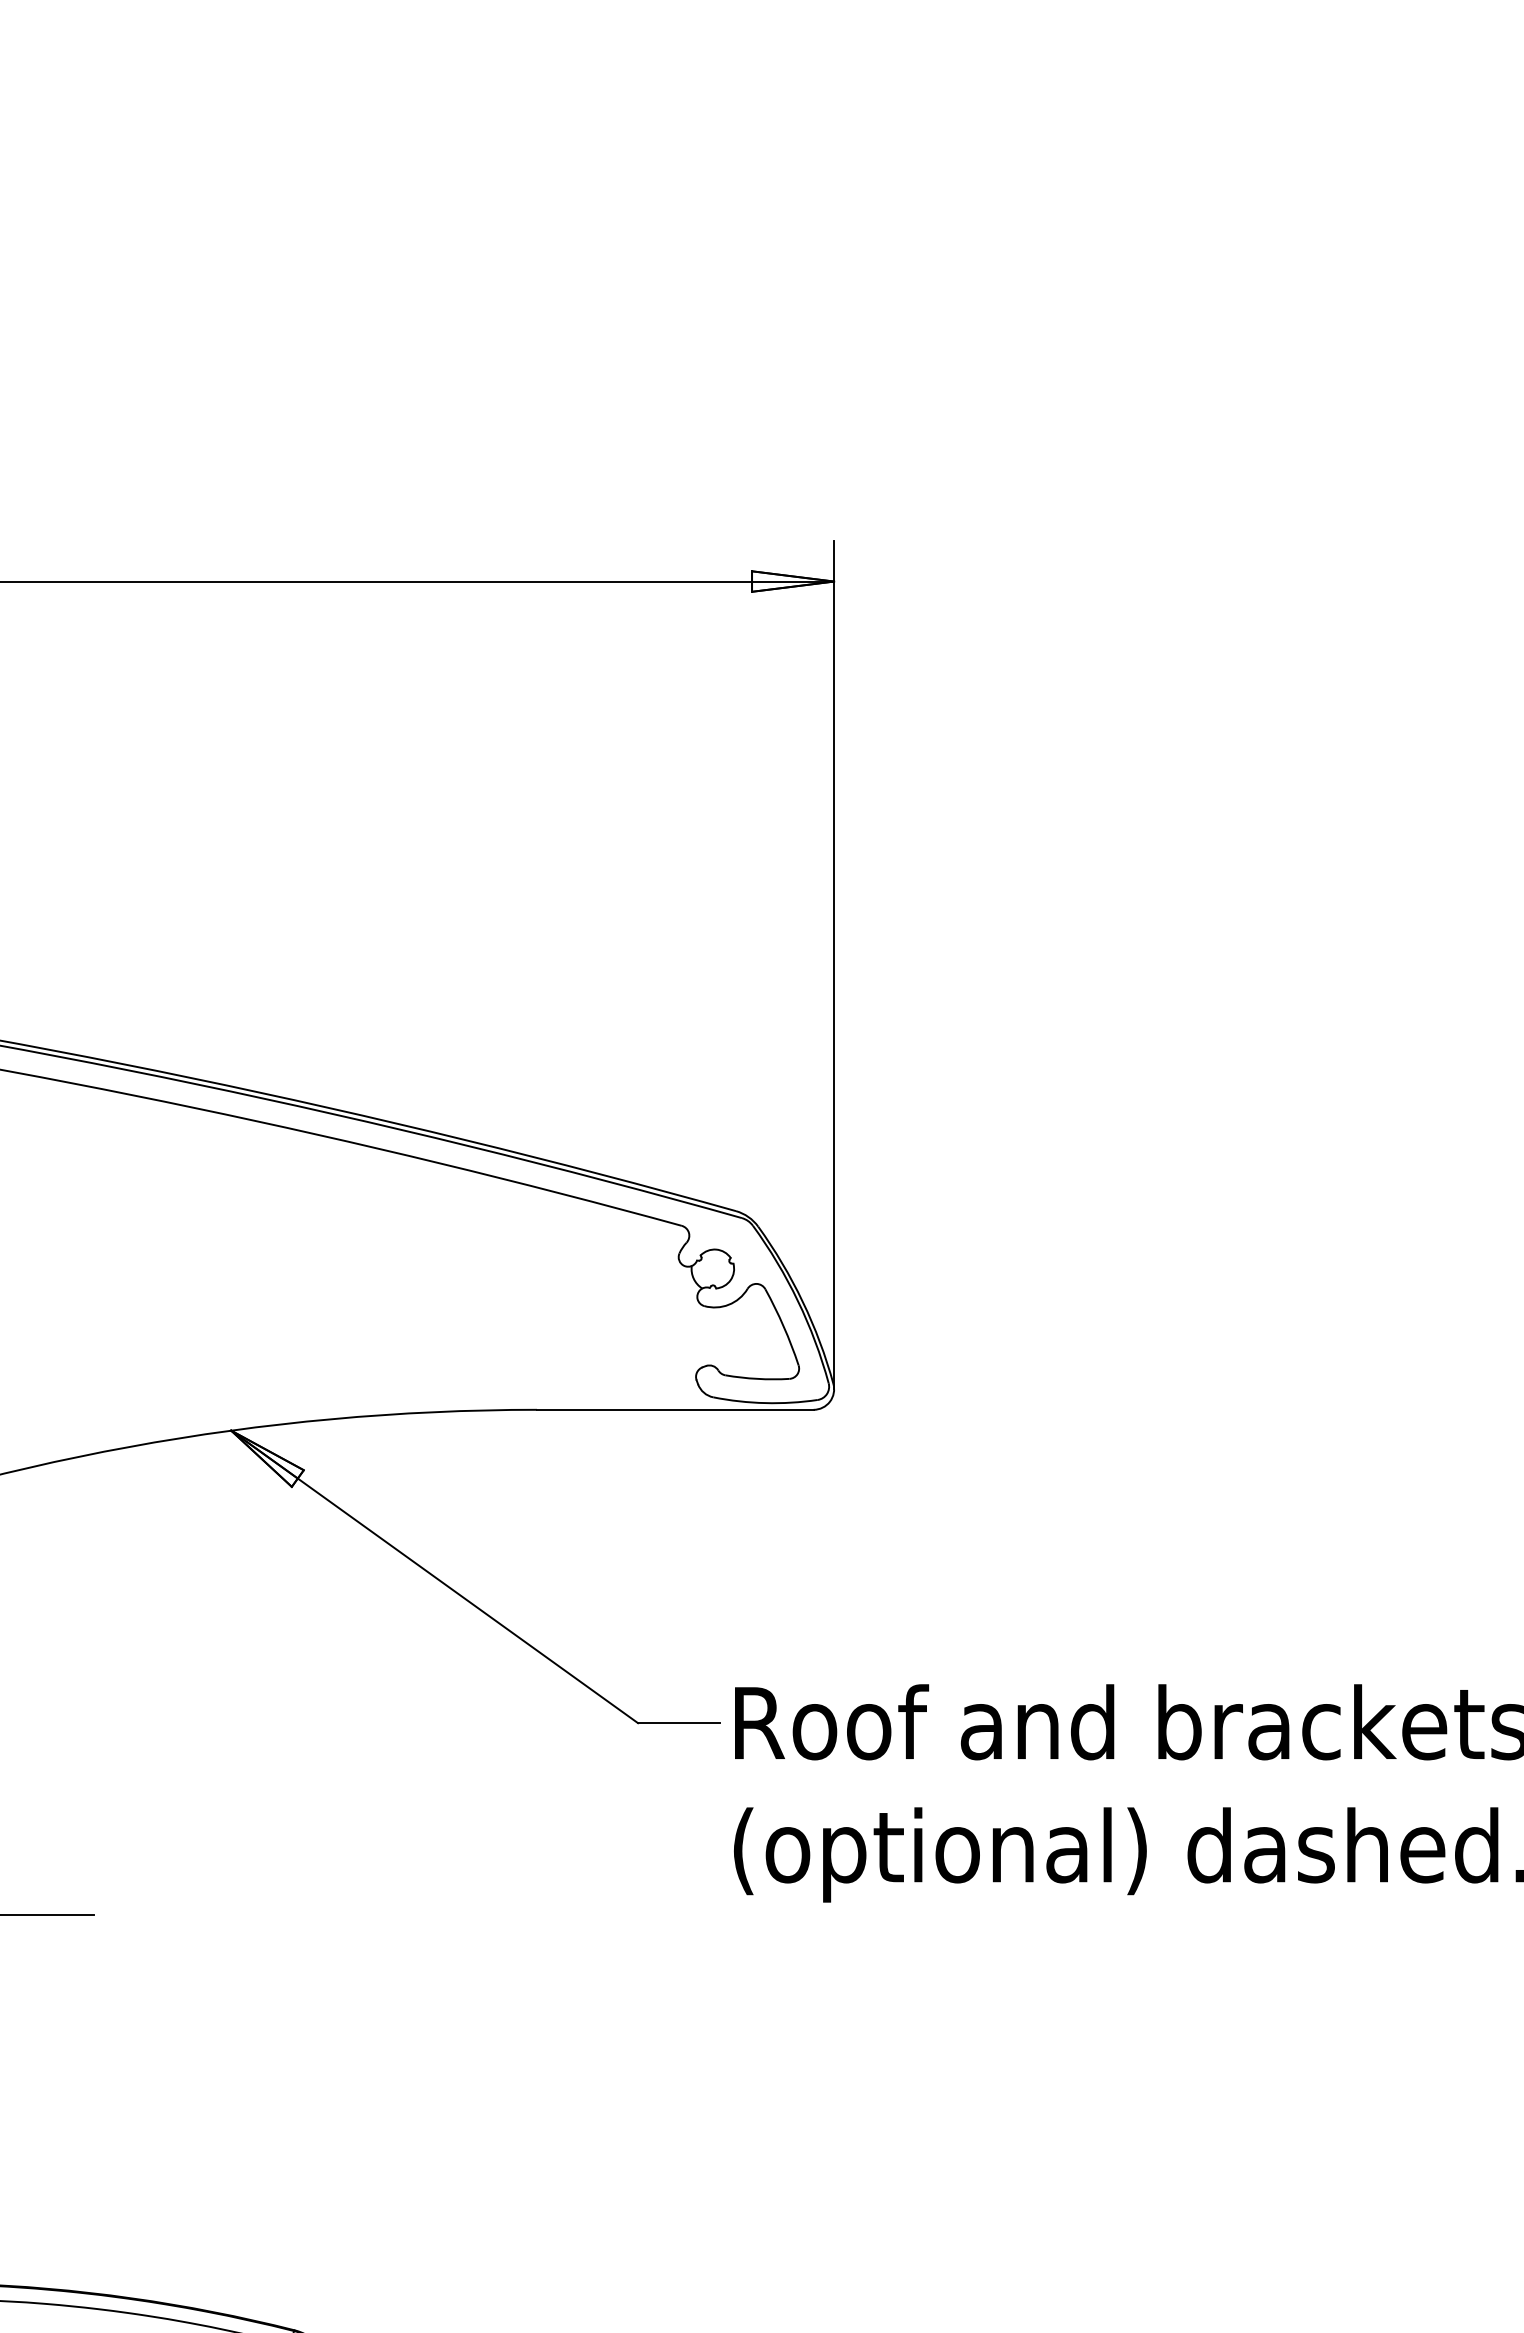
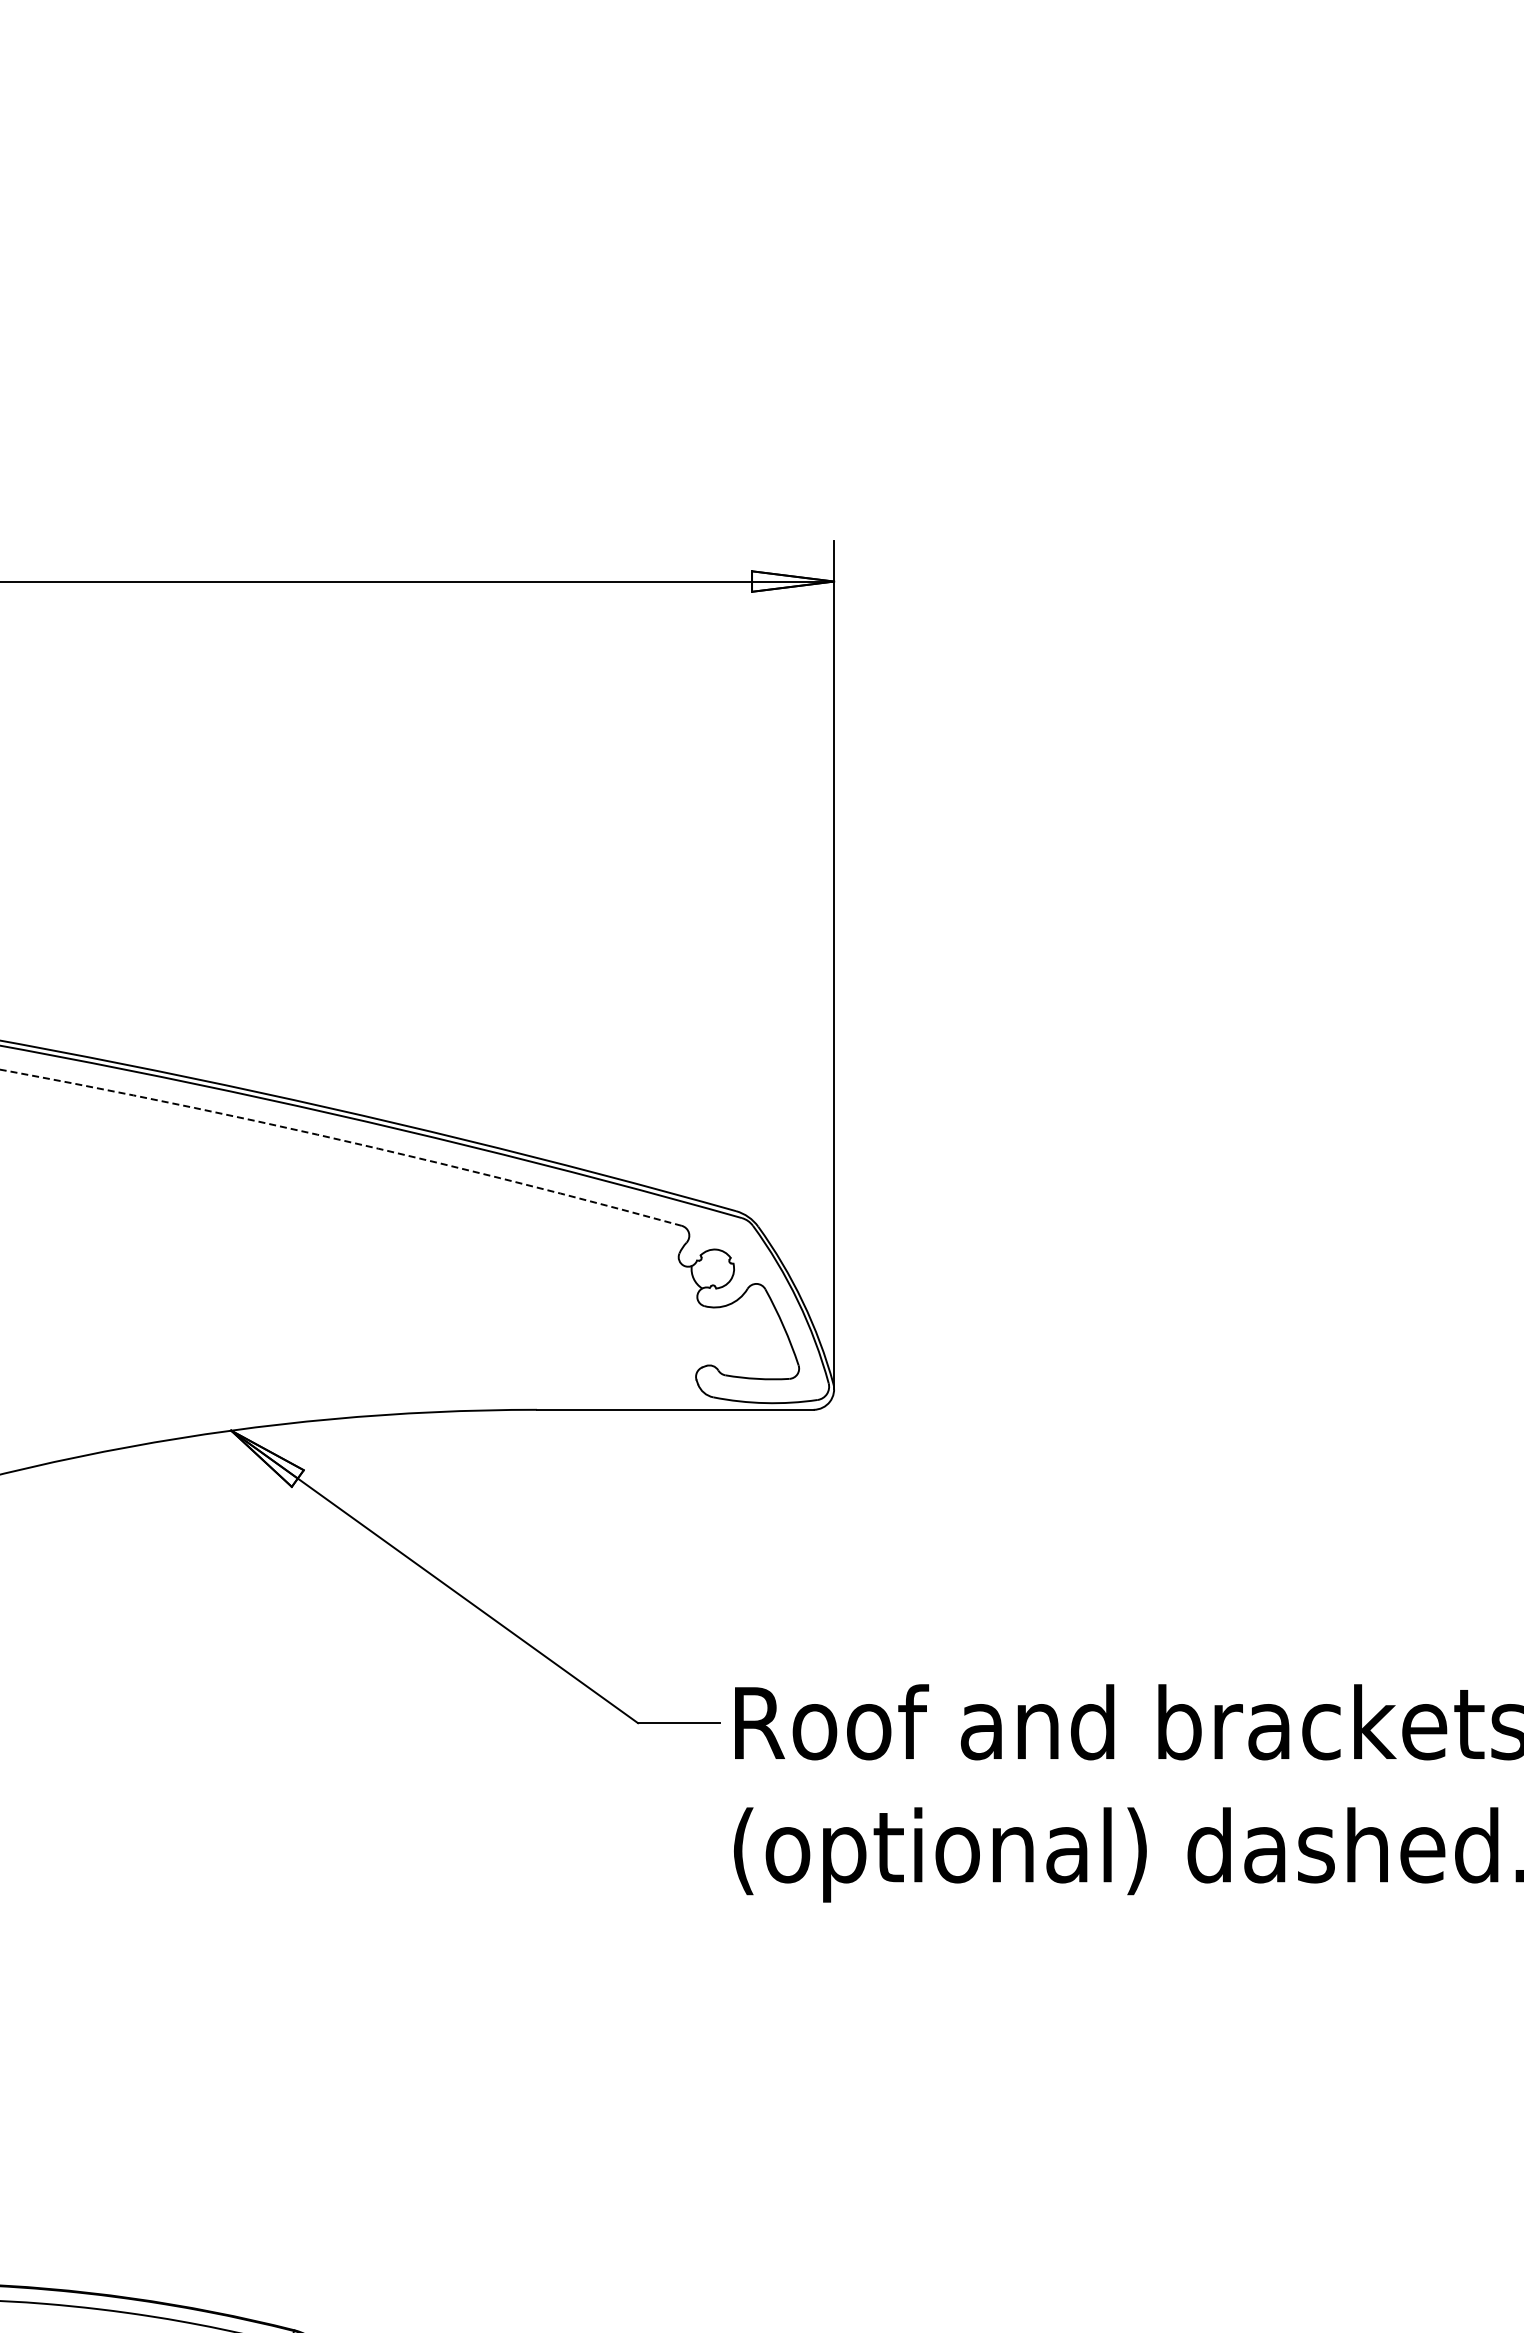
arc at (342, 1140): solid -> dashed
line at (47, 1915): present -> none
